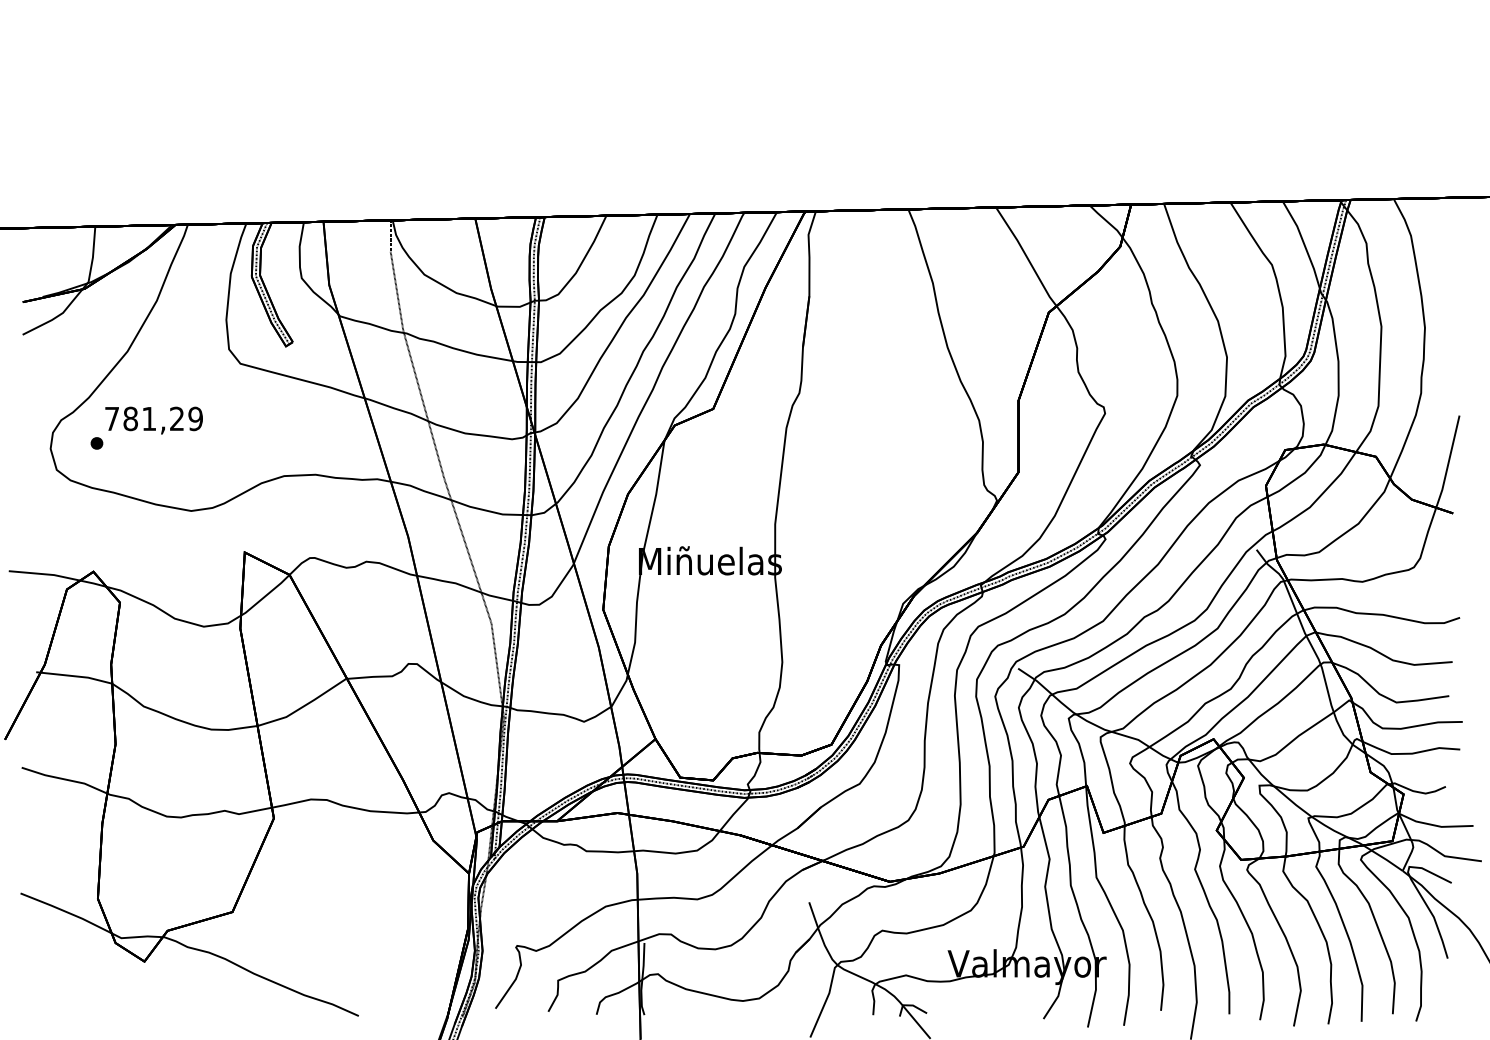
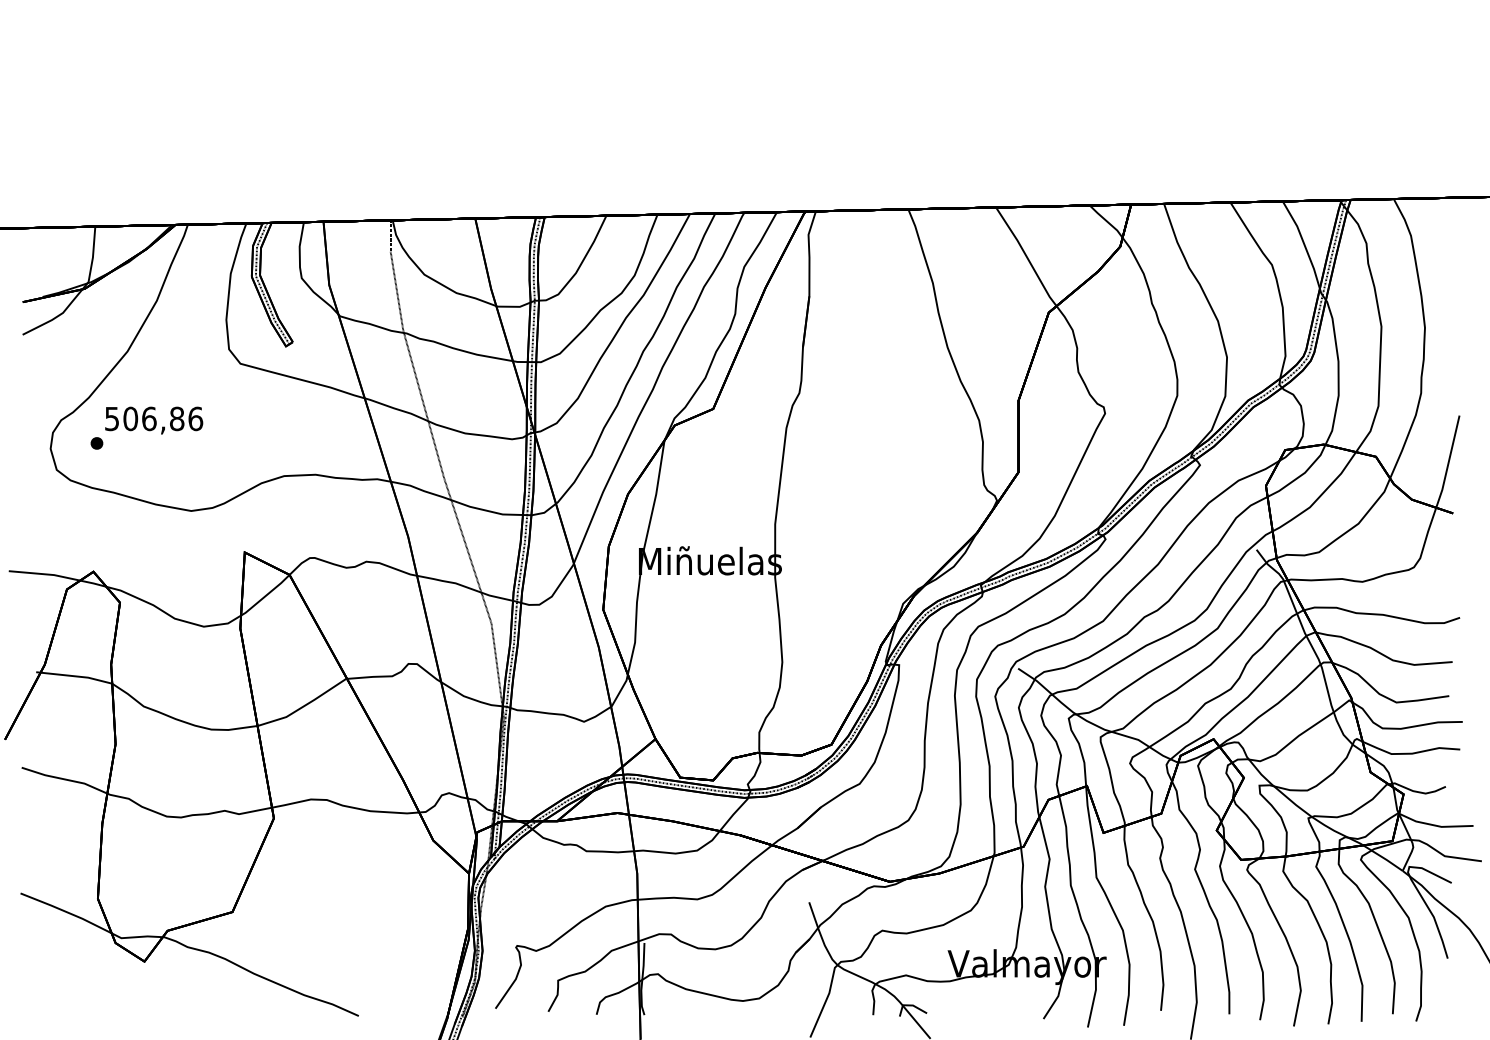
text at (154, 418): 781,29 -> 506,86
